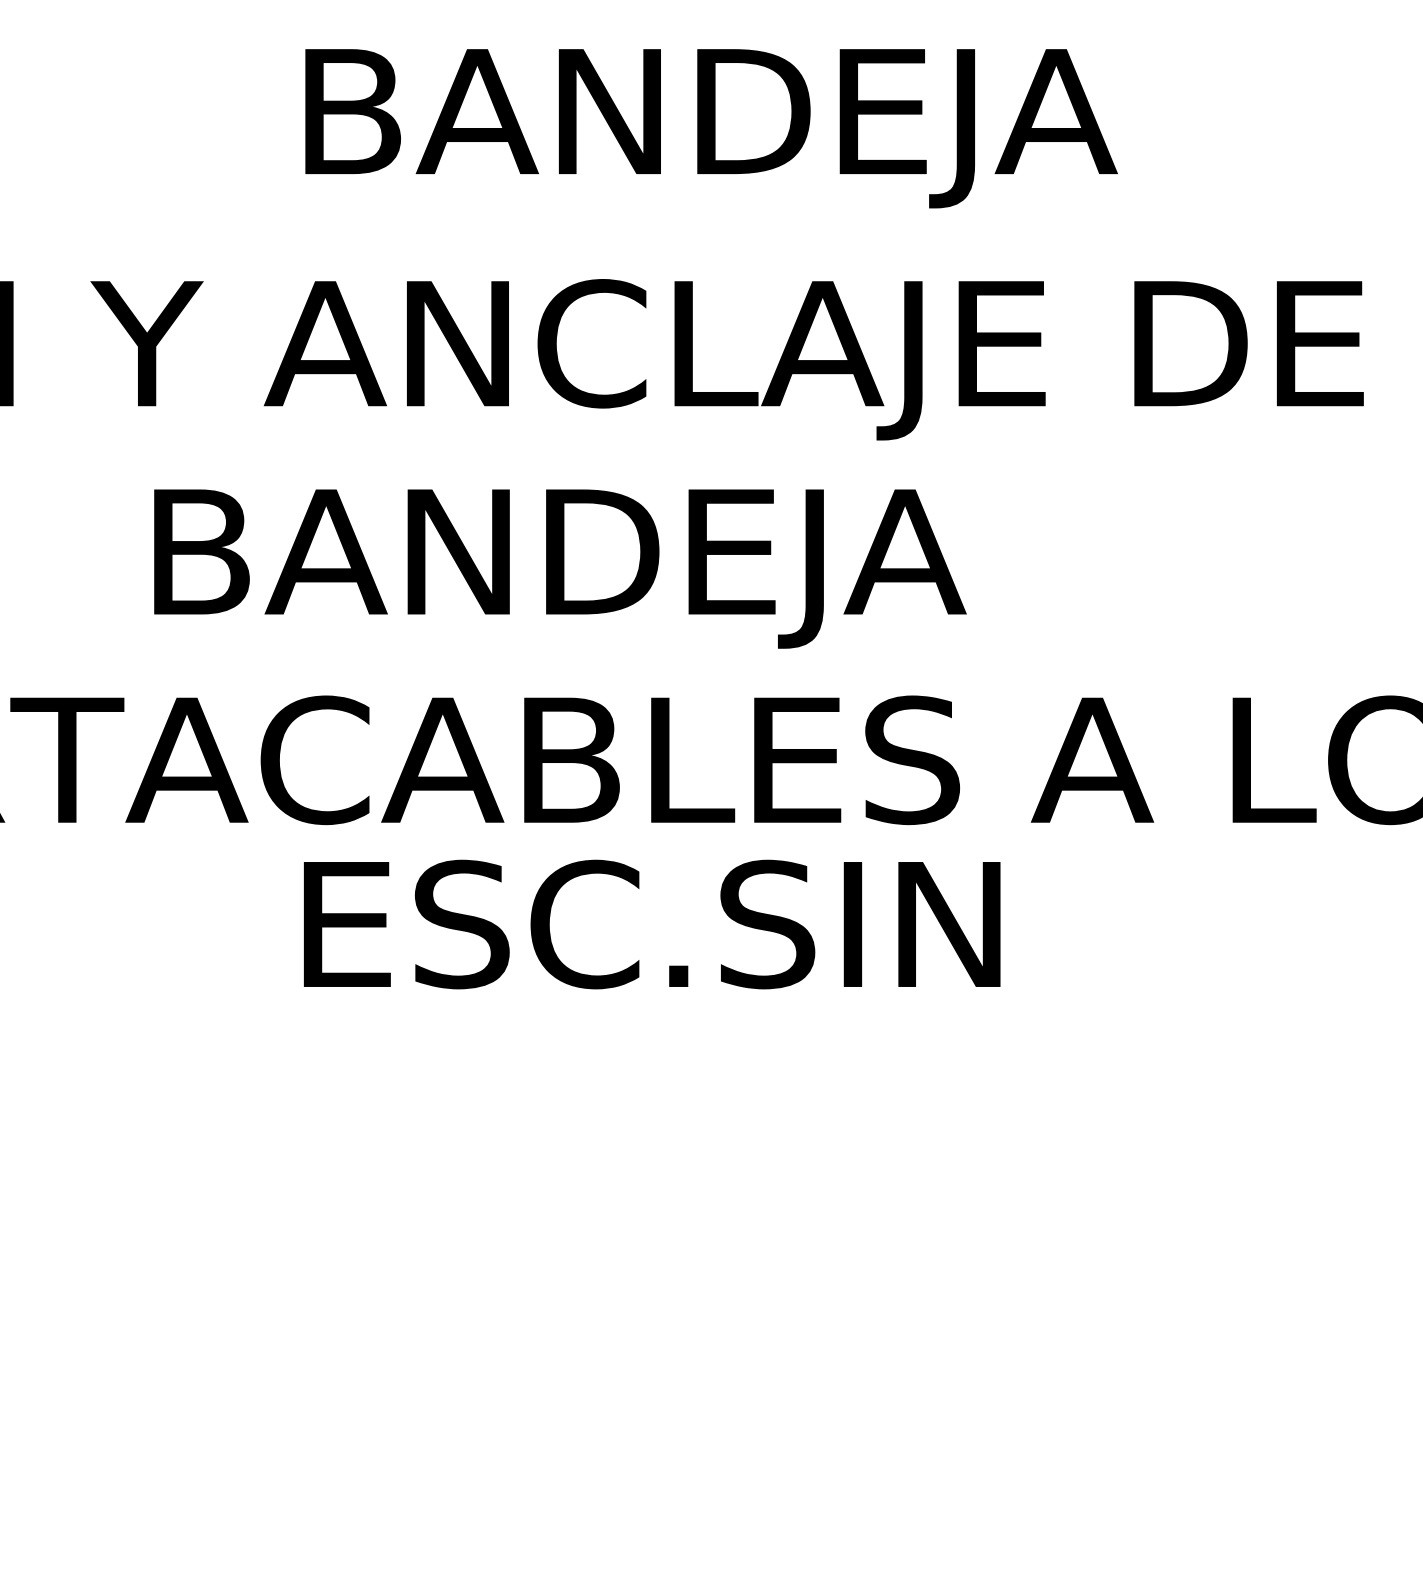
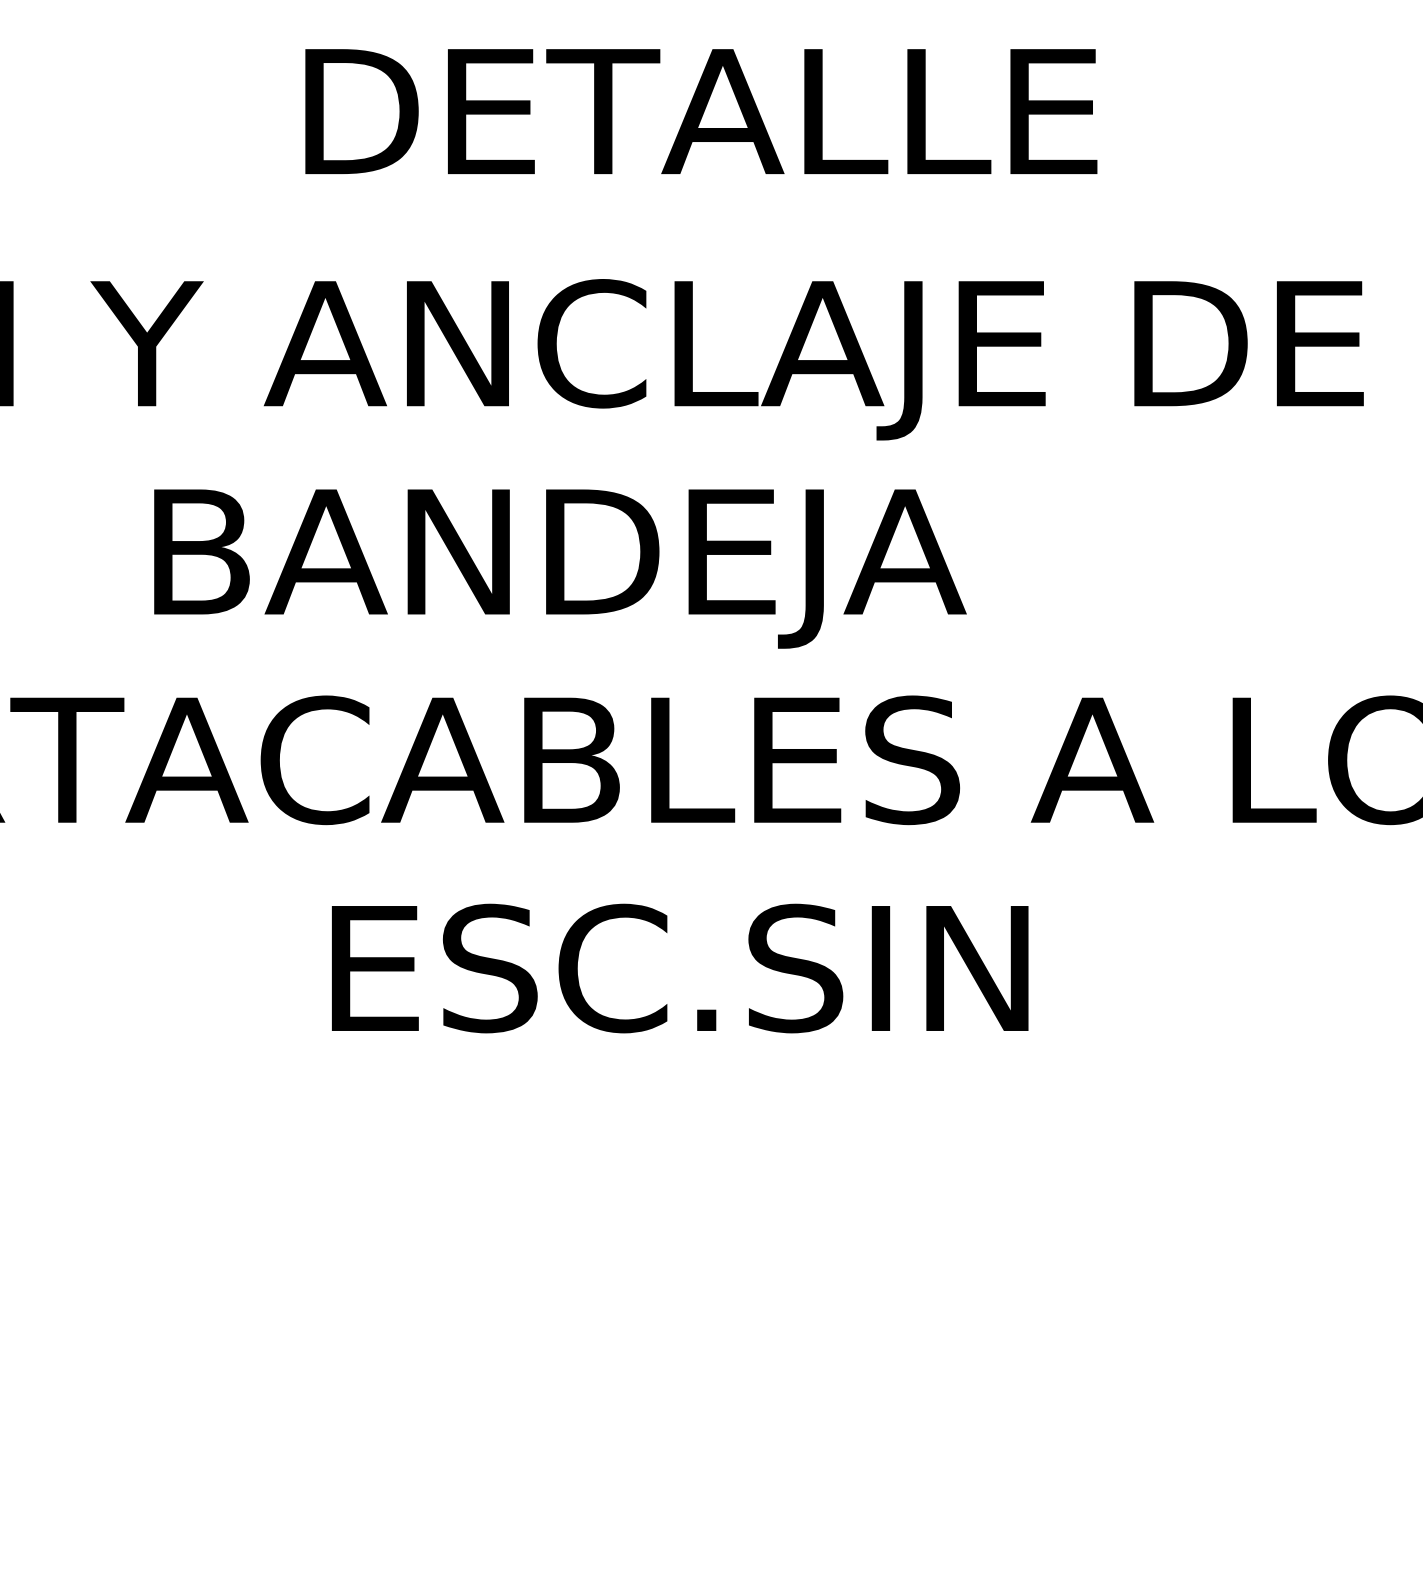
text at (720, 128): BANDEJA -> DETALLE
text at (652, 924) position: (652, 924) -> (680, 968)
